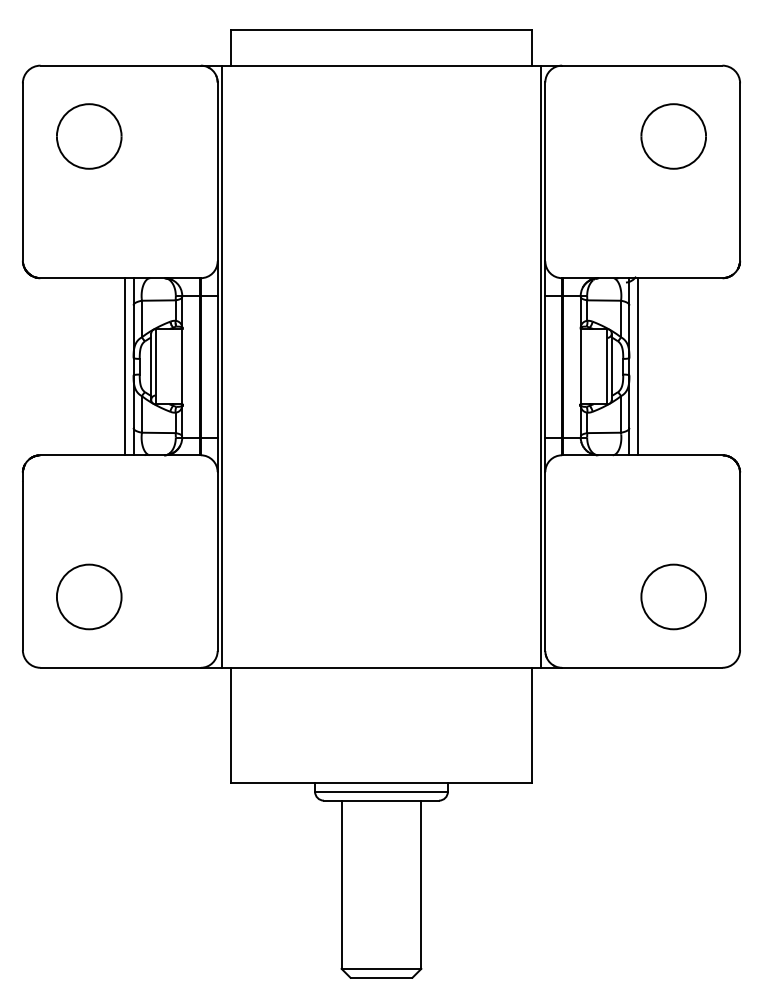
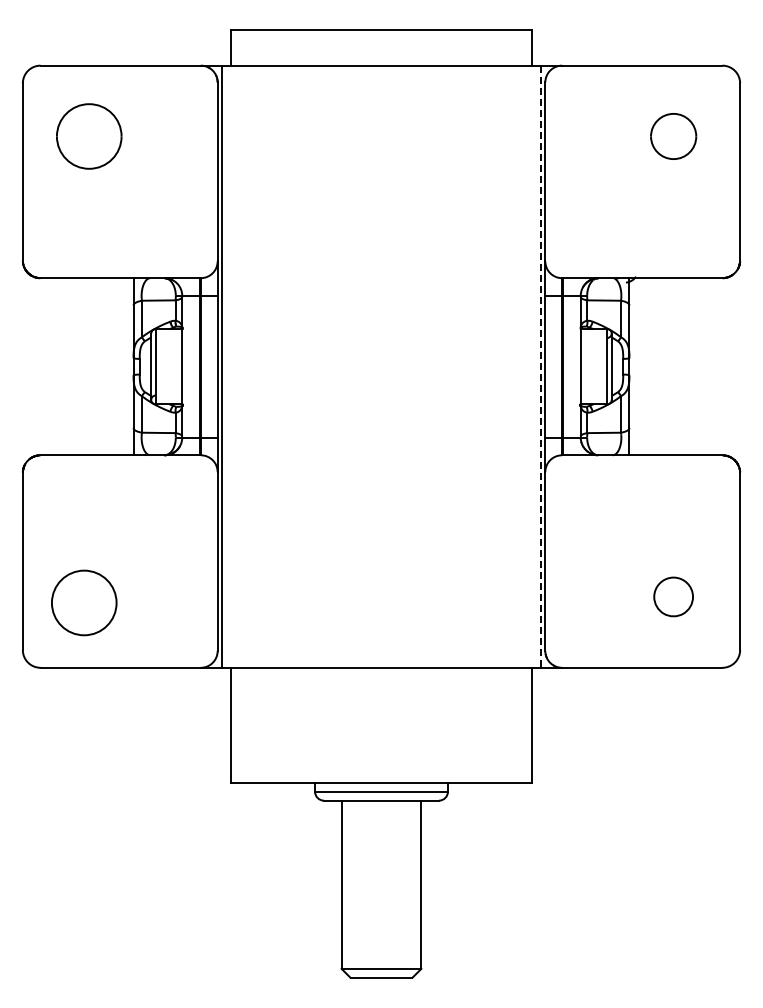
part at (673, 136) size: 67x67 px -> 48x47 px
line at (124, 366): present -> none
line at (638, 366): present -> none
line at (540, 367): solid -> dashed
part at (89, 596) position: (89, 596) -> (84, 602)
part at (673, 596) size: 67x68 px -> 41x42 px
